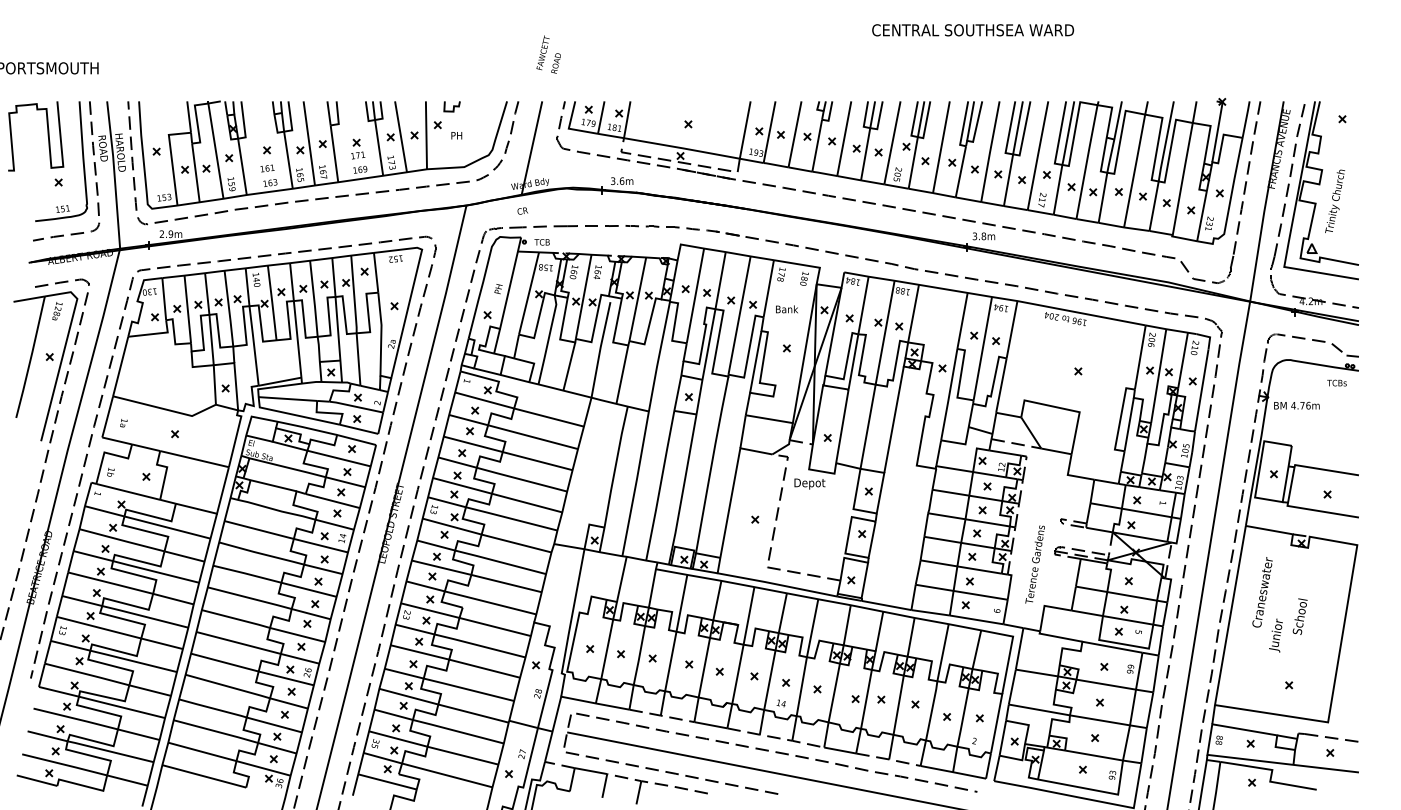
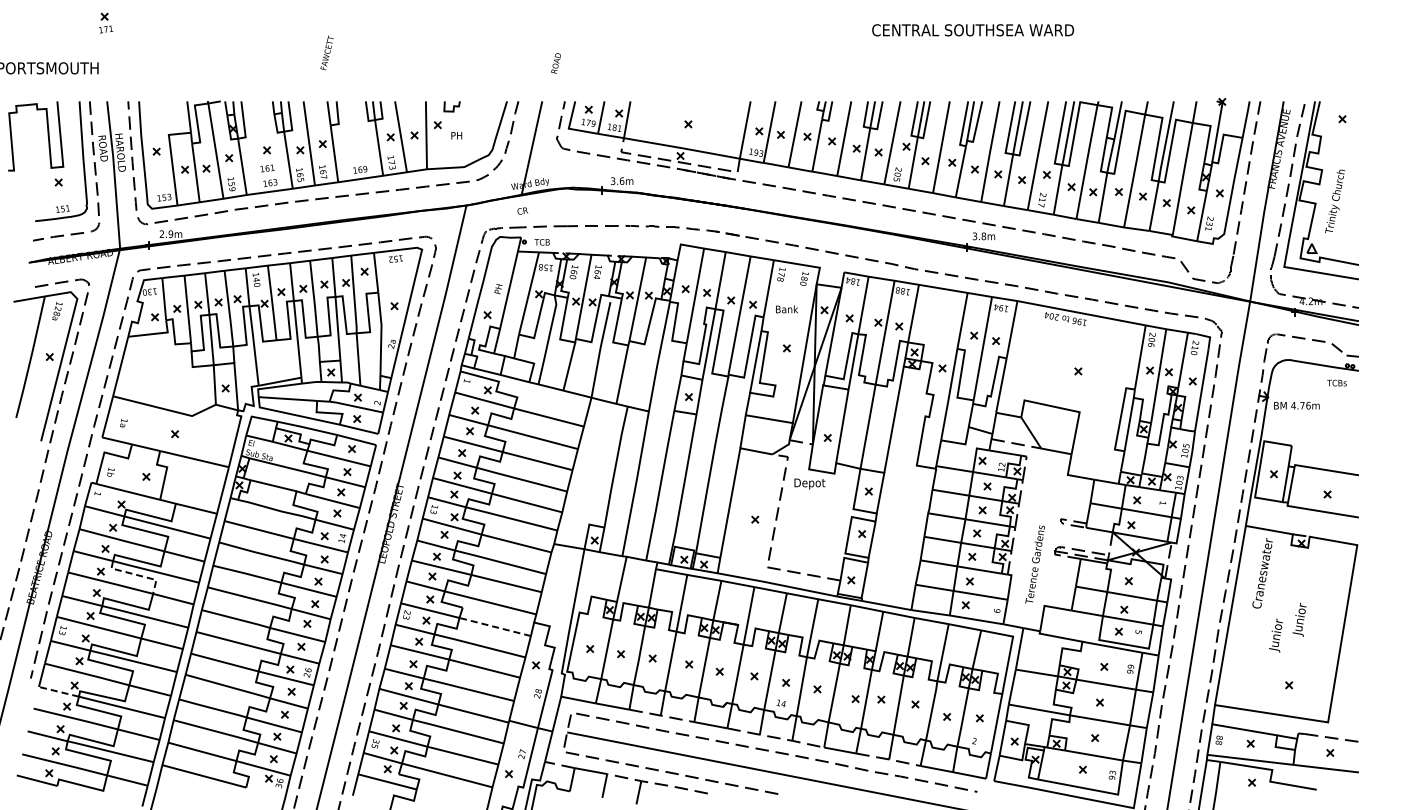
text at (542, 52) position: (542, 52) -> (326, 52)
part at (358, 148) position: (358, 148) -> (106, 22)
line at (137, 575): solid -> dashed
text at (1262, 592) position: (1262, 592) -> (1262, 573)
text at (1299, 617): School -> Junior
line at (495, 627): solid -> dashed
line at (58, 691): solid -> dashed
